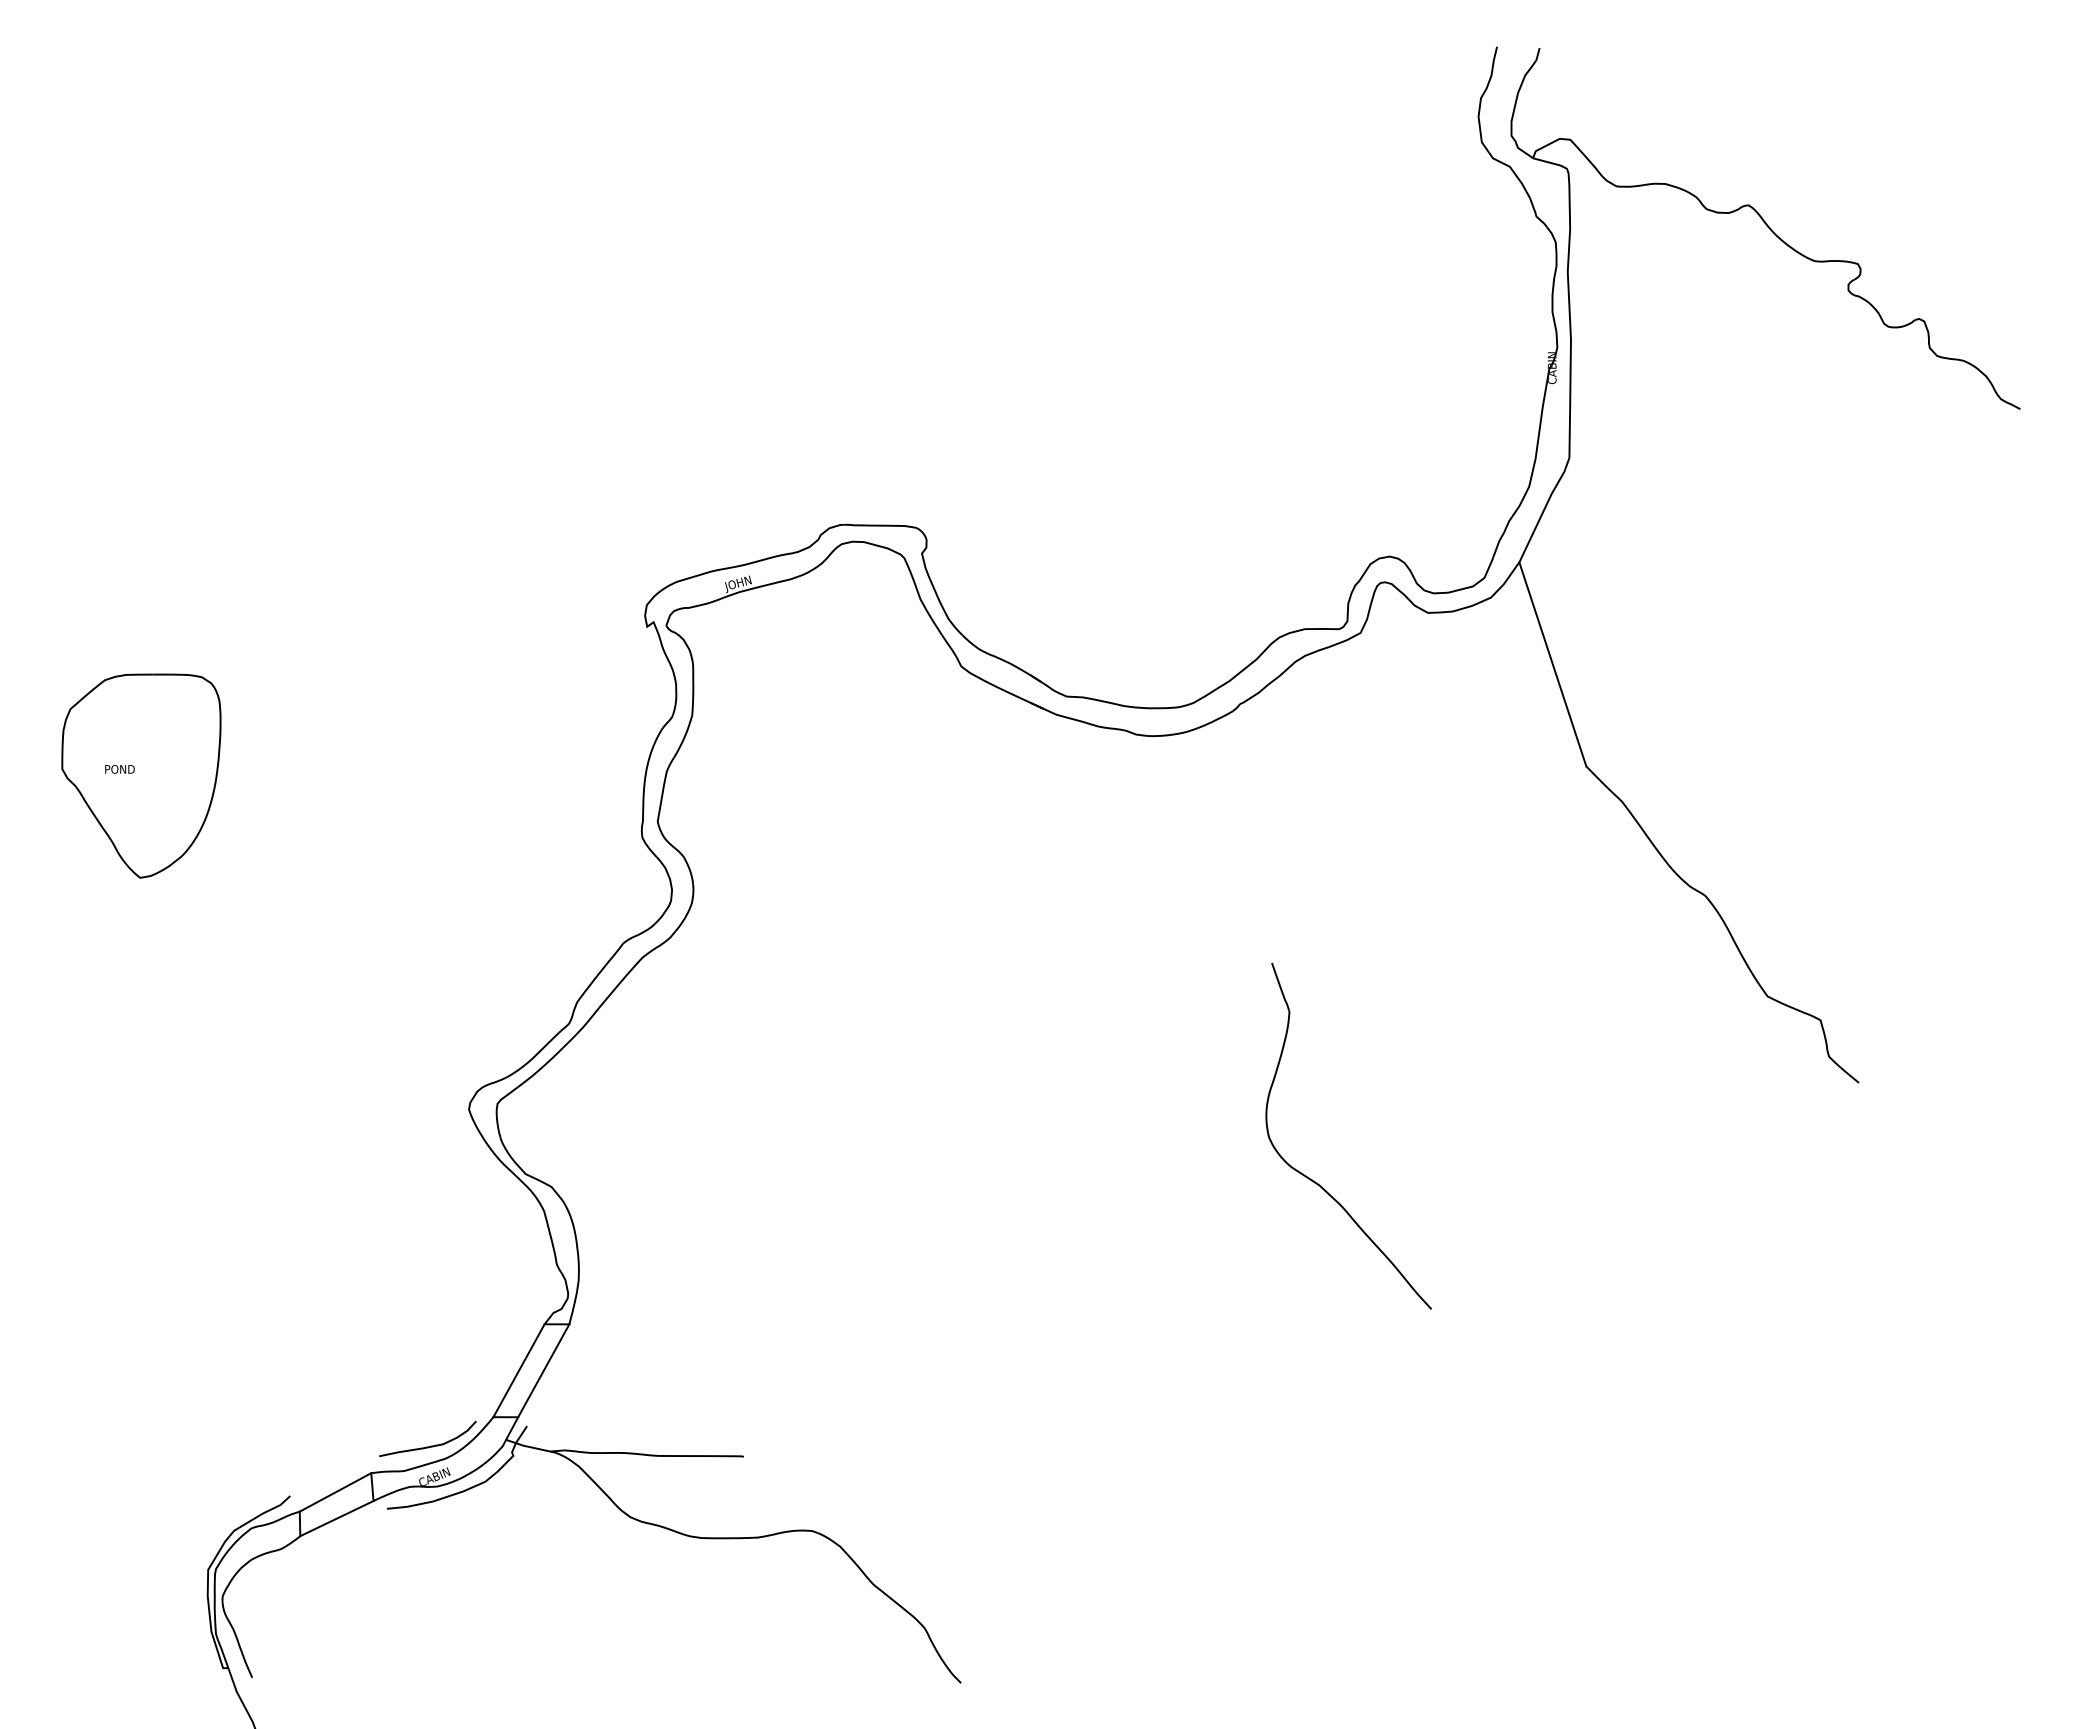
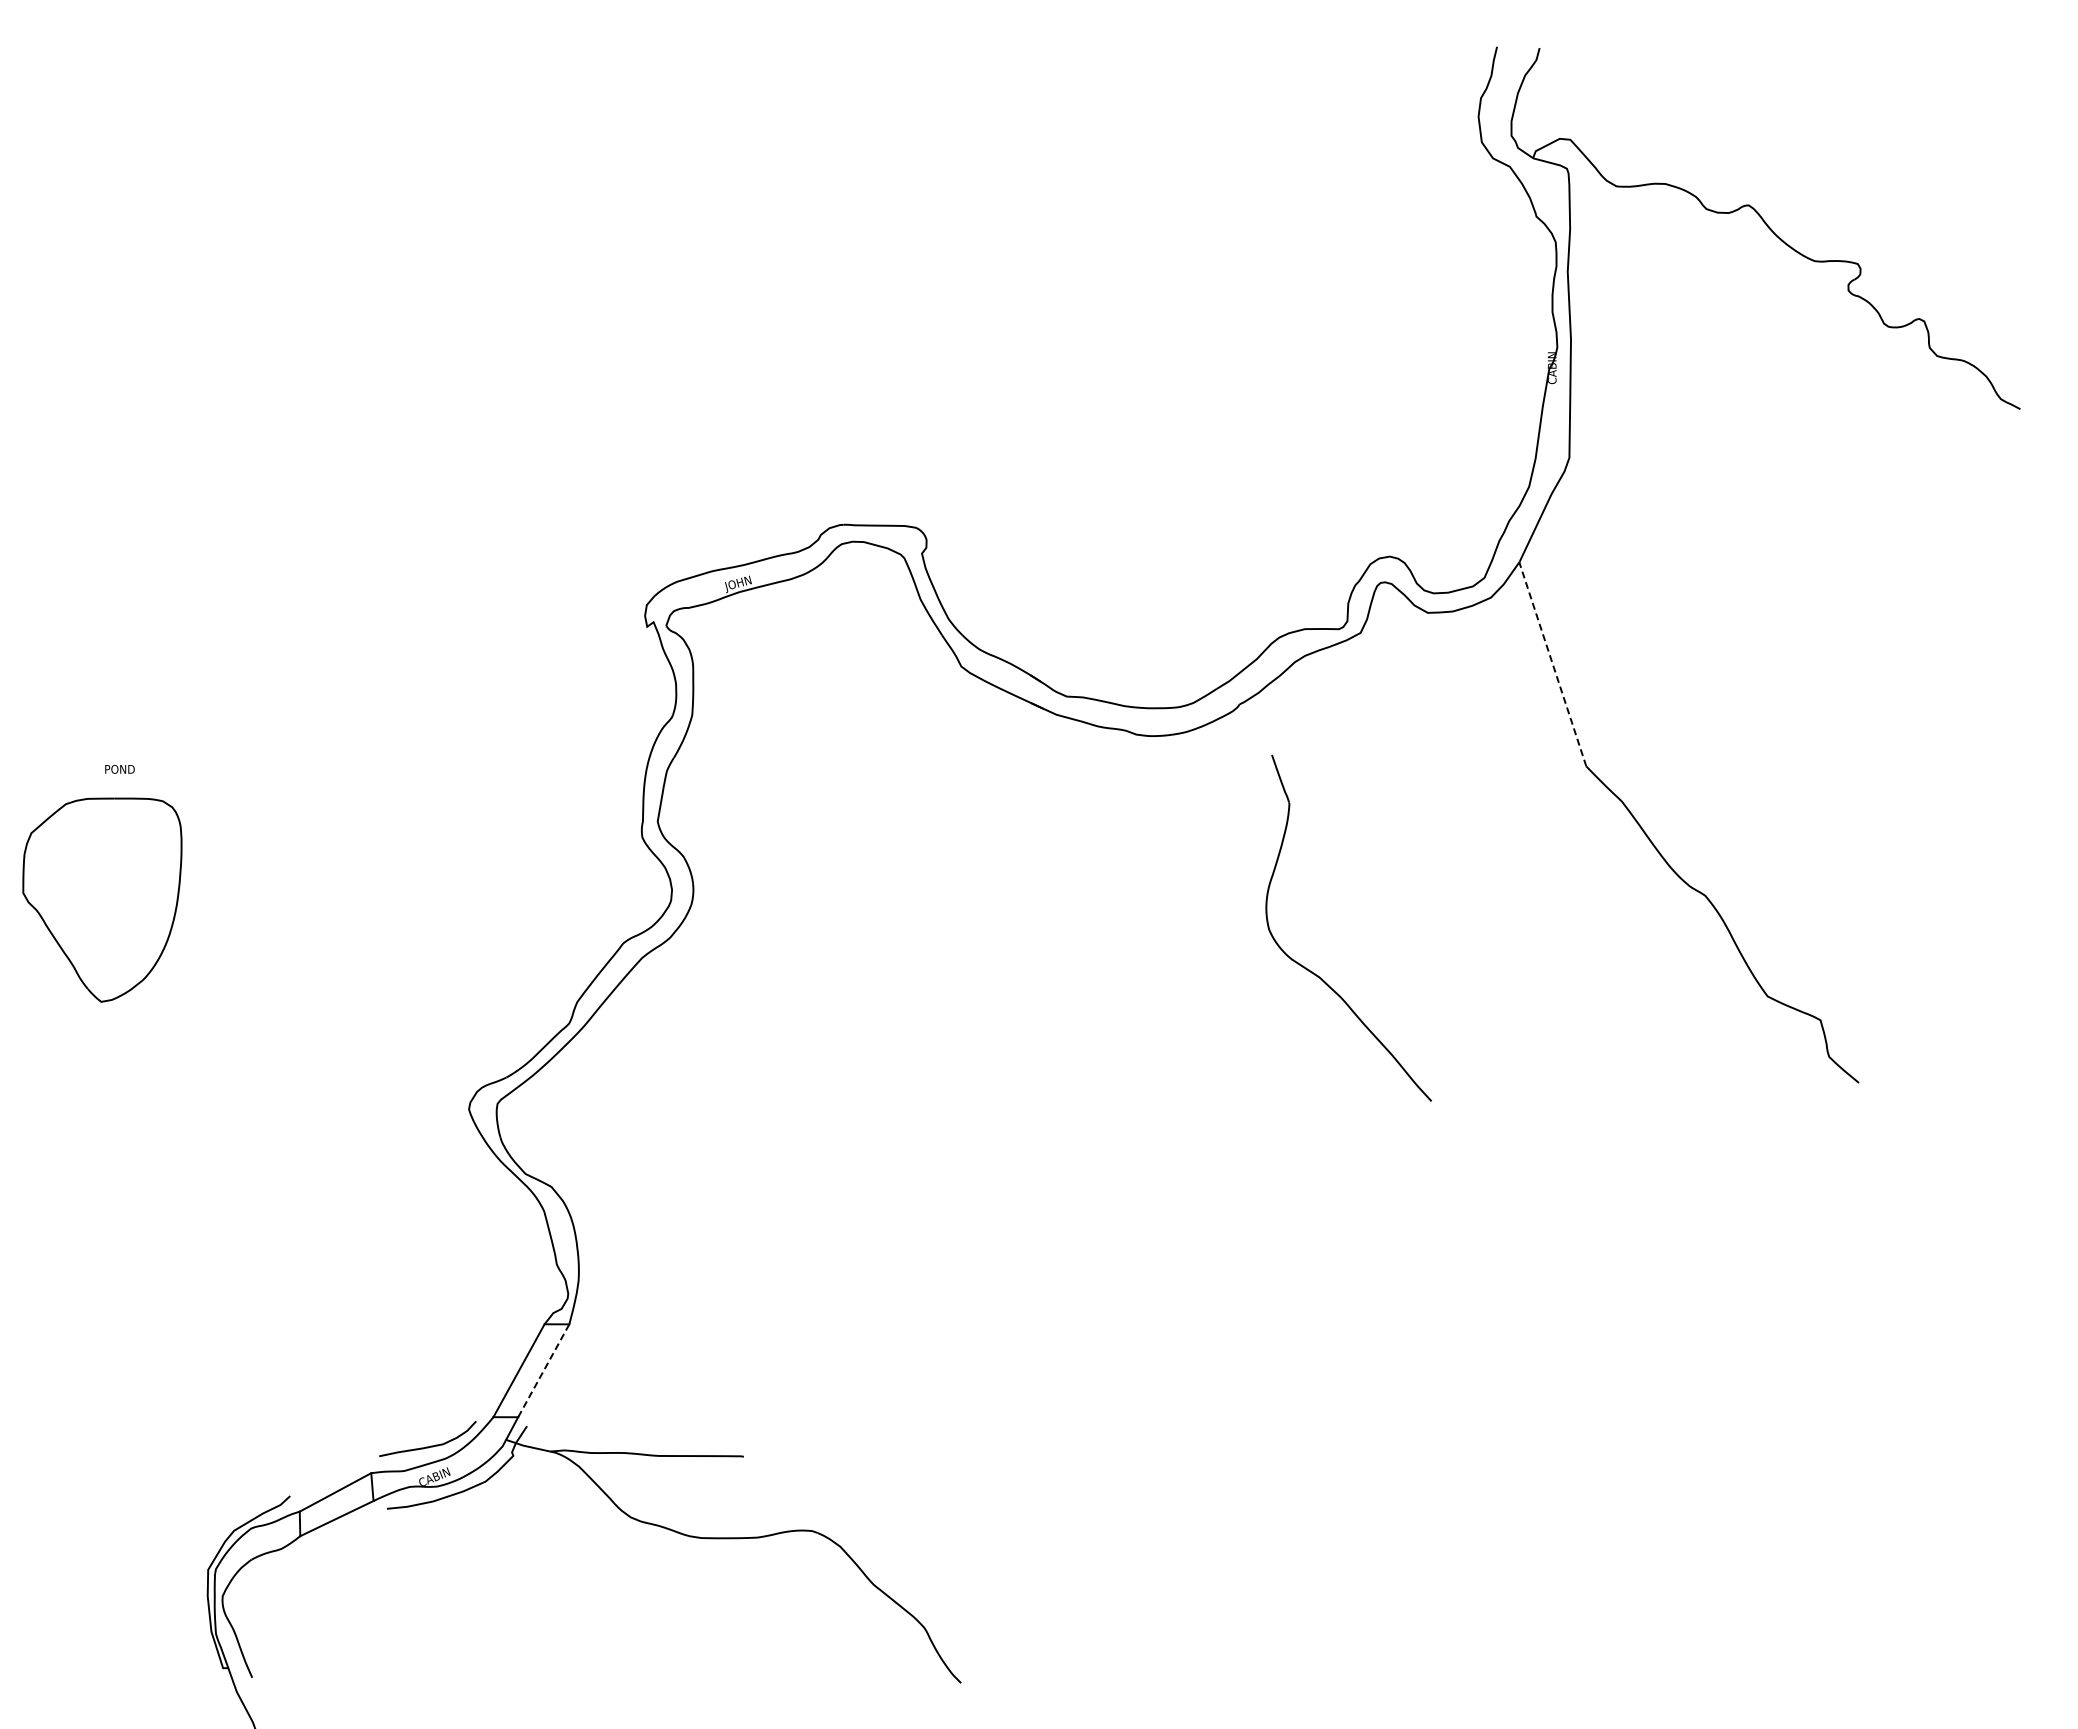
line at (1552, 663): solid -> dashed
part at (141, 775) position: (141, 775) -> (102, 899)
part at (1318, 1183) position: (1318, 1183) -> (1318, 975)
line at (543, 1371): solid -> dashed
